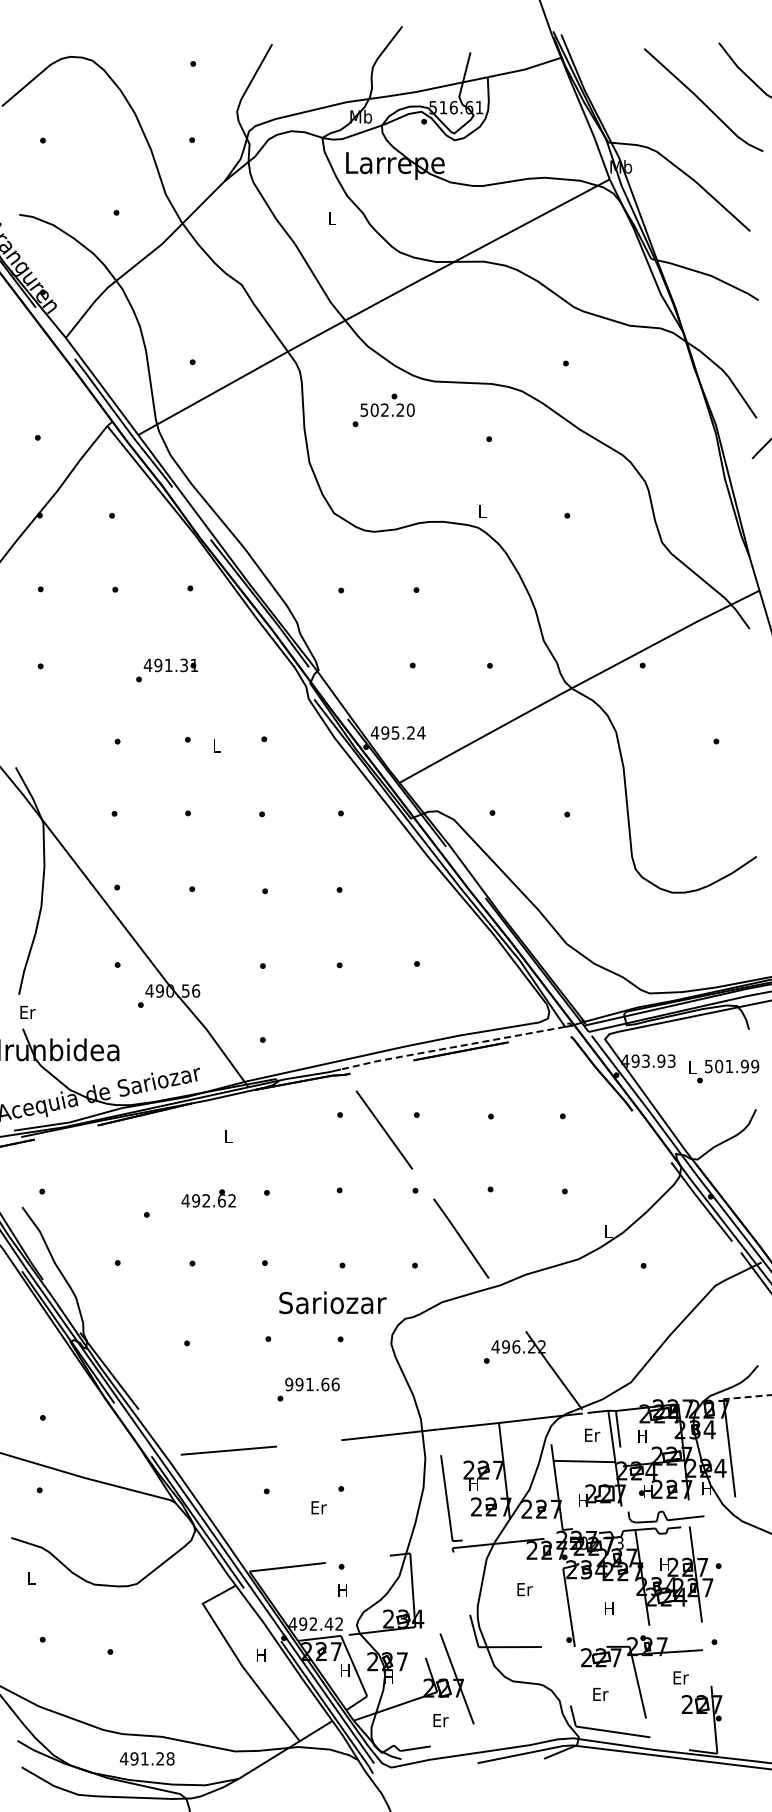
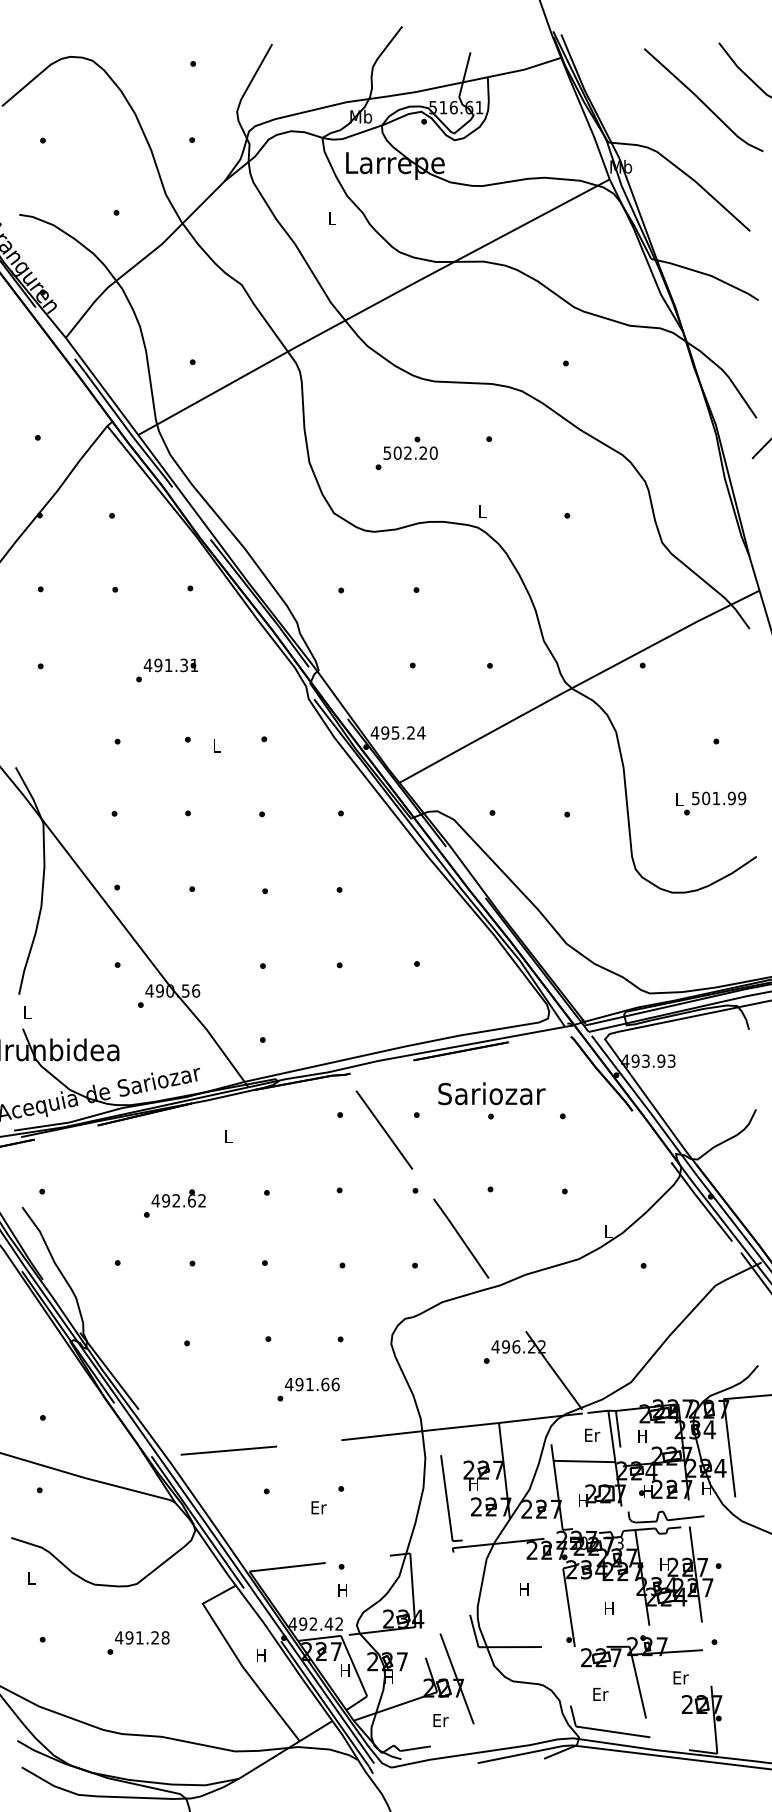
text at (383, 410) position: (383, 410) -> (406, 453)
text at (27, 1011): Er -> L
line at (452, 1047): dashed -> solid
text at (724, 1071) position: (724, 1071) -> (711, 803)
text at (208, 1198) position: (208, 1198) -> (178, 1198)
text at (332, 1302) position: (332, 1302) -> (491, 1093)
text at (289, 1384): 991.66 -> 491.66
line at (746, 1397): dashed -> solid
text at (524, 1589): Er -> H
text at (147, 1758) position: (147, 1758) -> (142, 1637)
